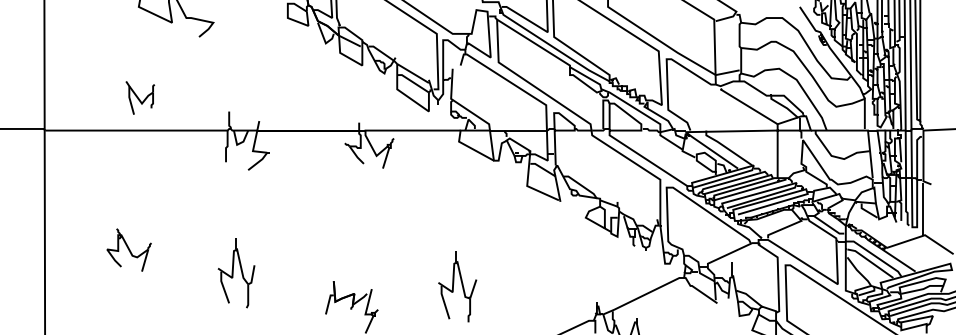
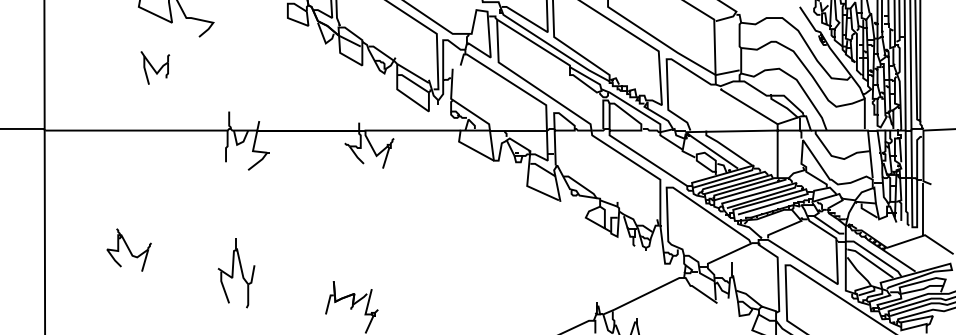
part at (140, 97) position: (140, 97) -> (155, 67)
part at (457, 286): present -> none
